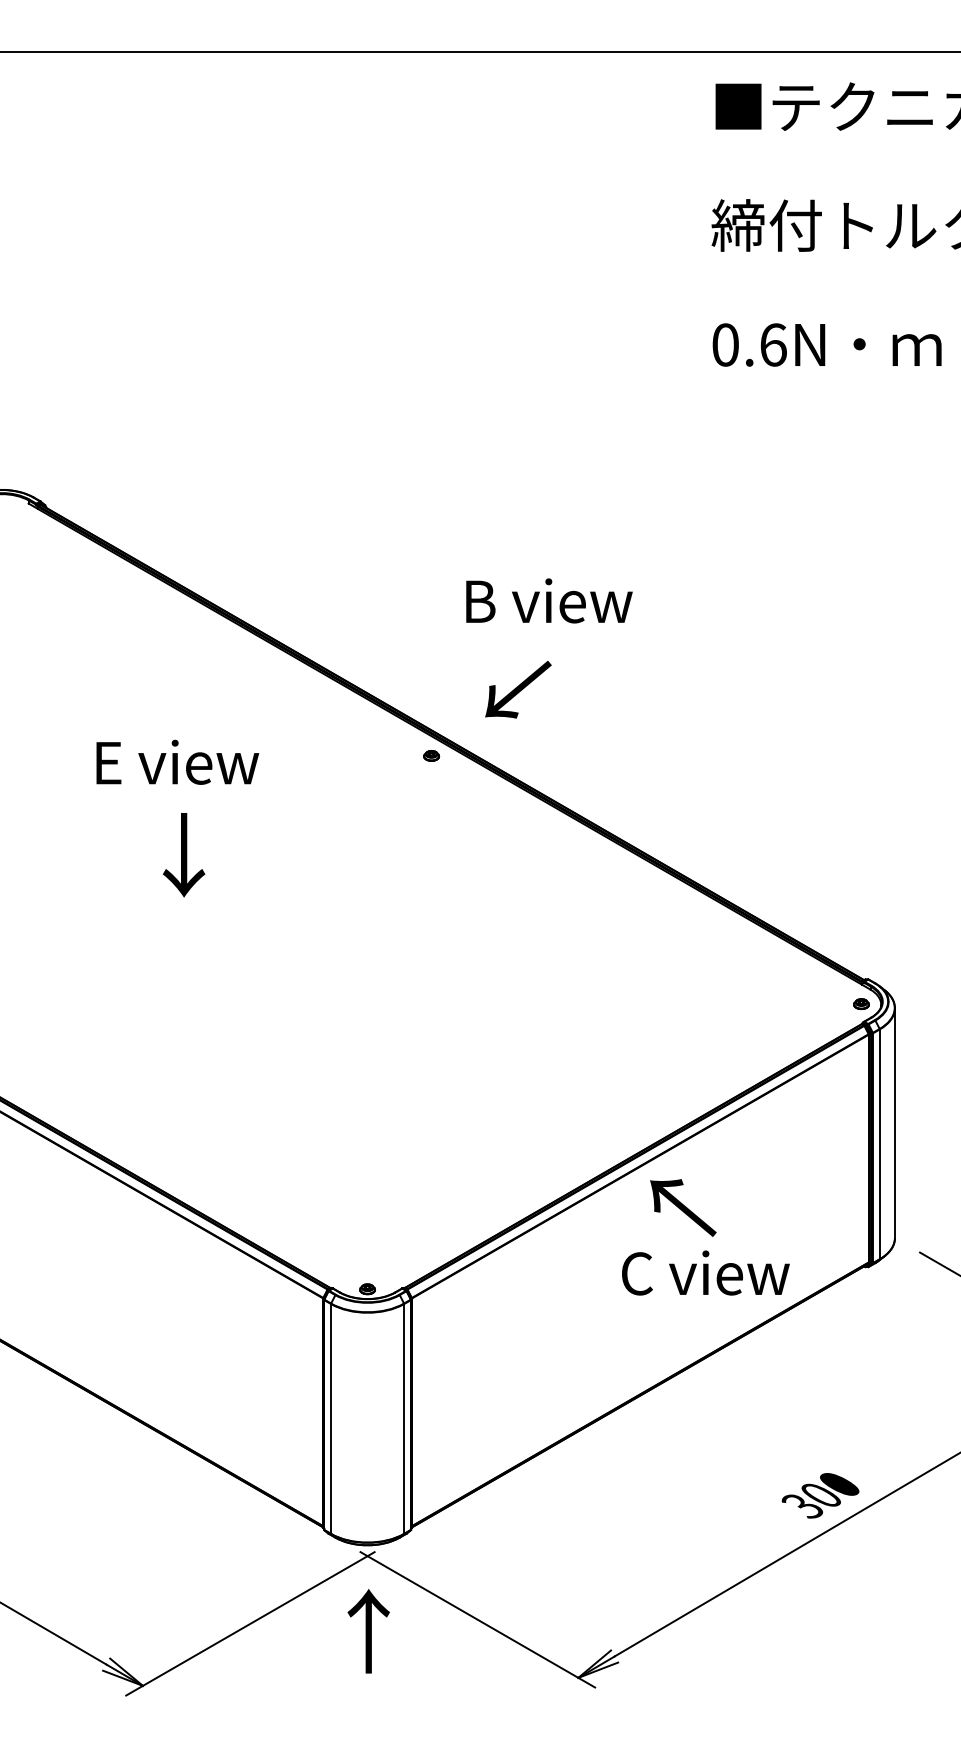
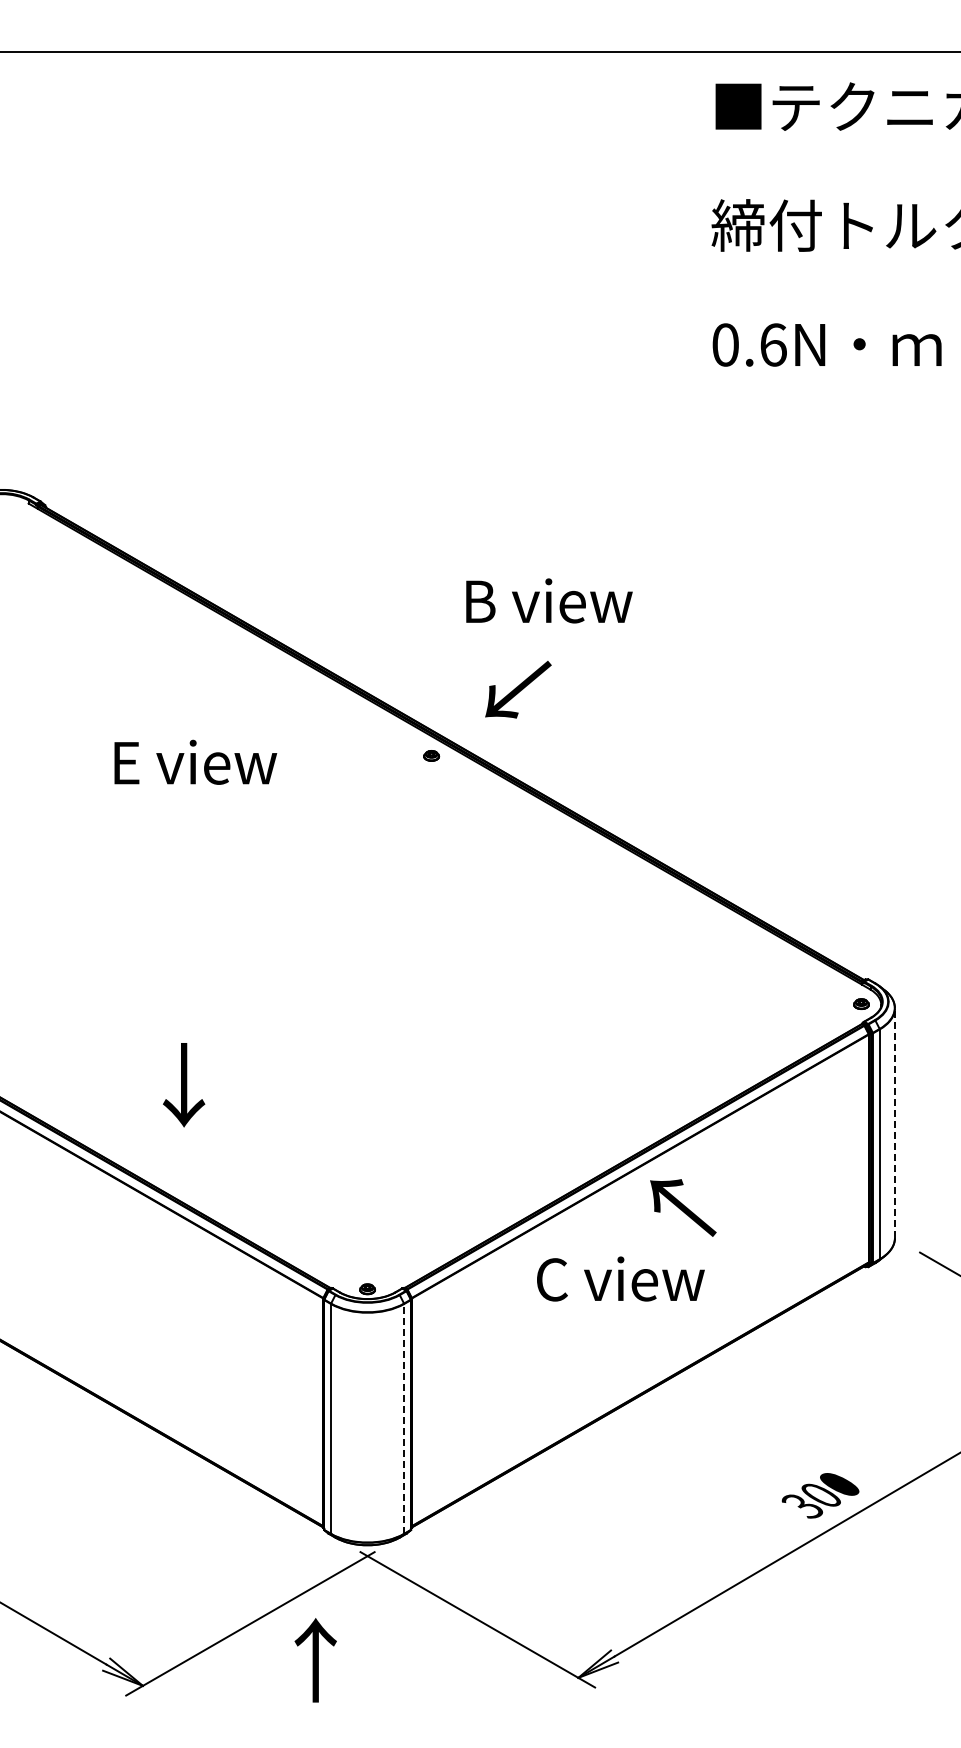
text at (177, 761) position: (177, 761) -> (195, 761)
text at (184, 855) position: (184, 855) -> (184, 1085)
line at (894, 1123): solid -> dashed
text at (705, 1272) position: (705, 1272) -> (620, 1278)
line at (404, 1418): solid -> dashed
text at (368, 1631) position: (368, 1631) -> (315, 1660)
